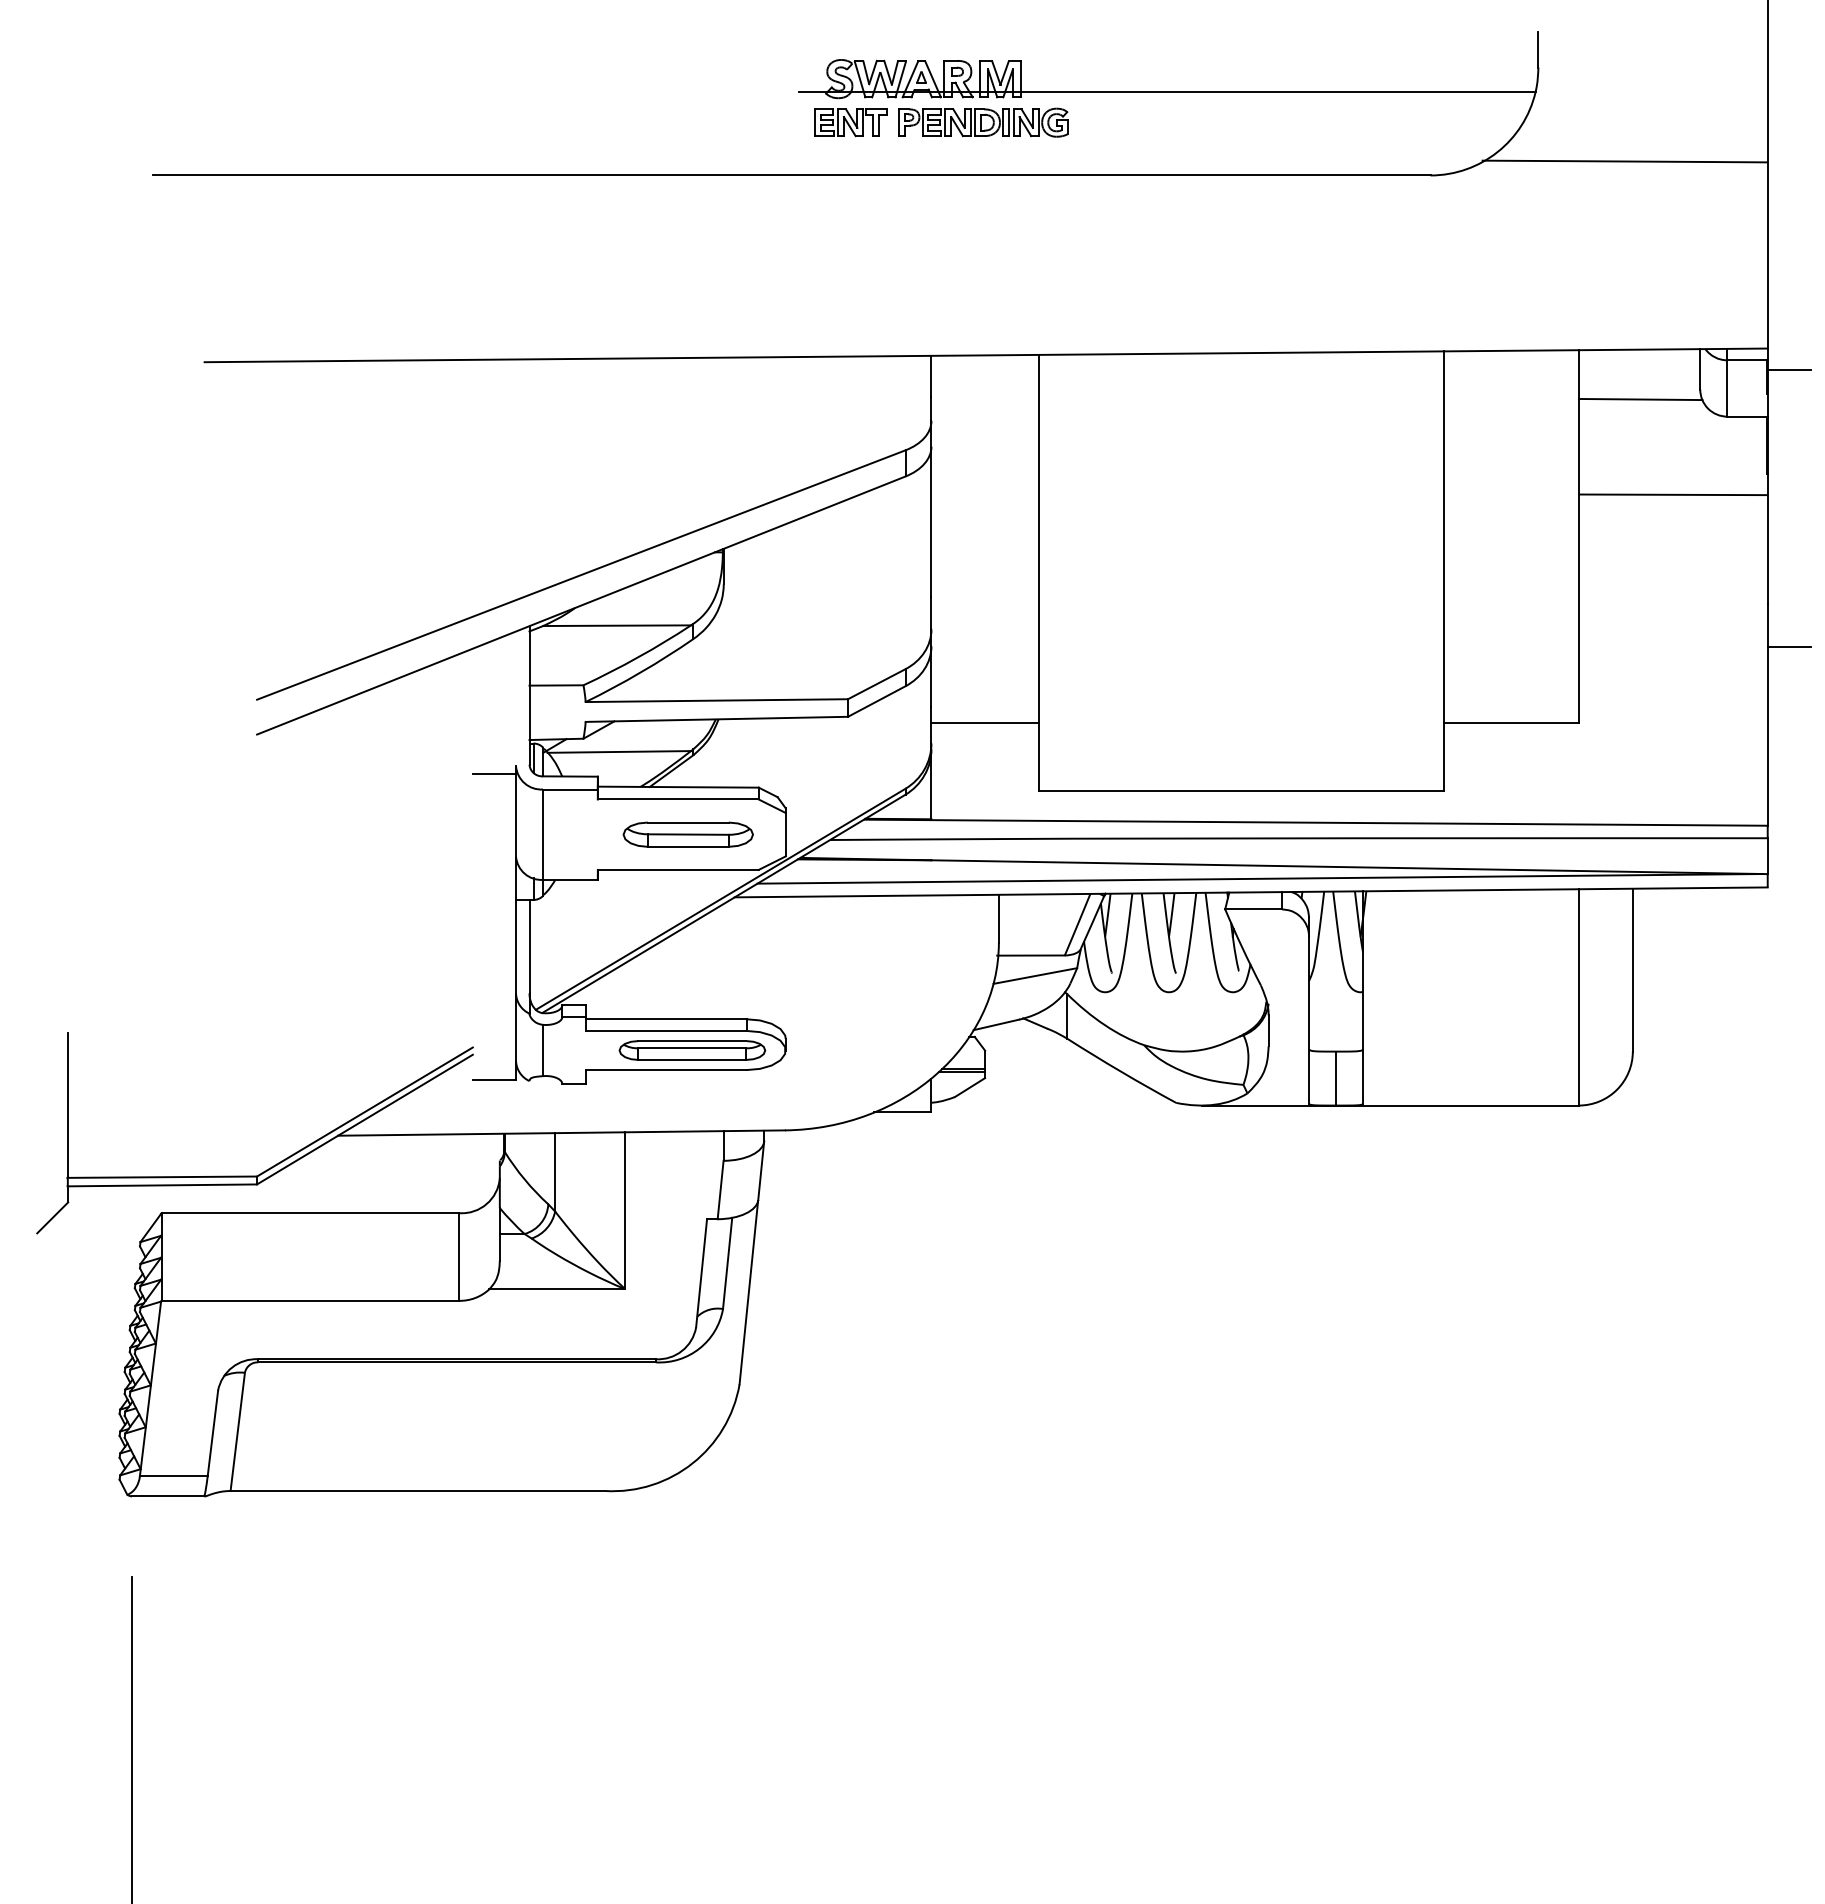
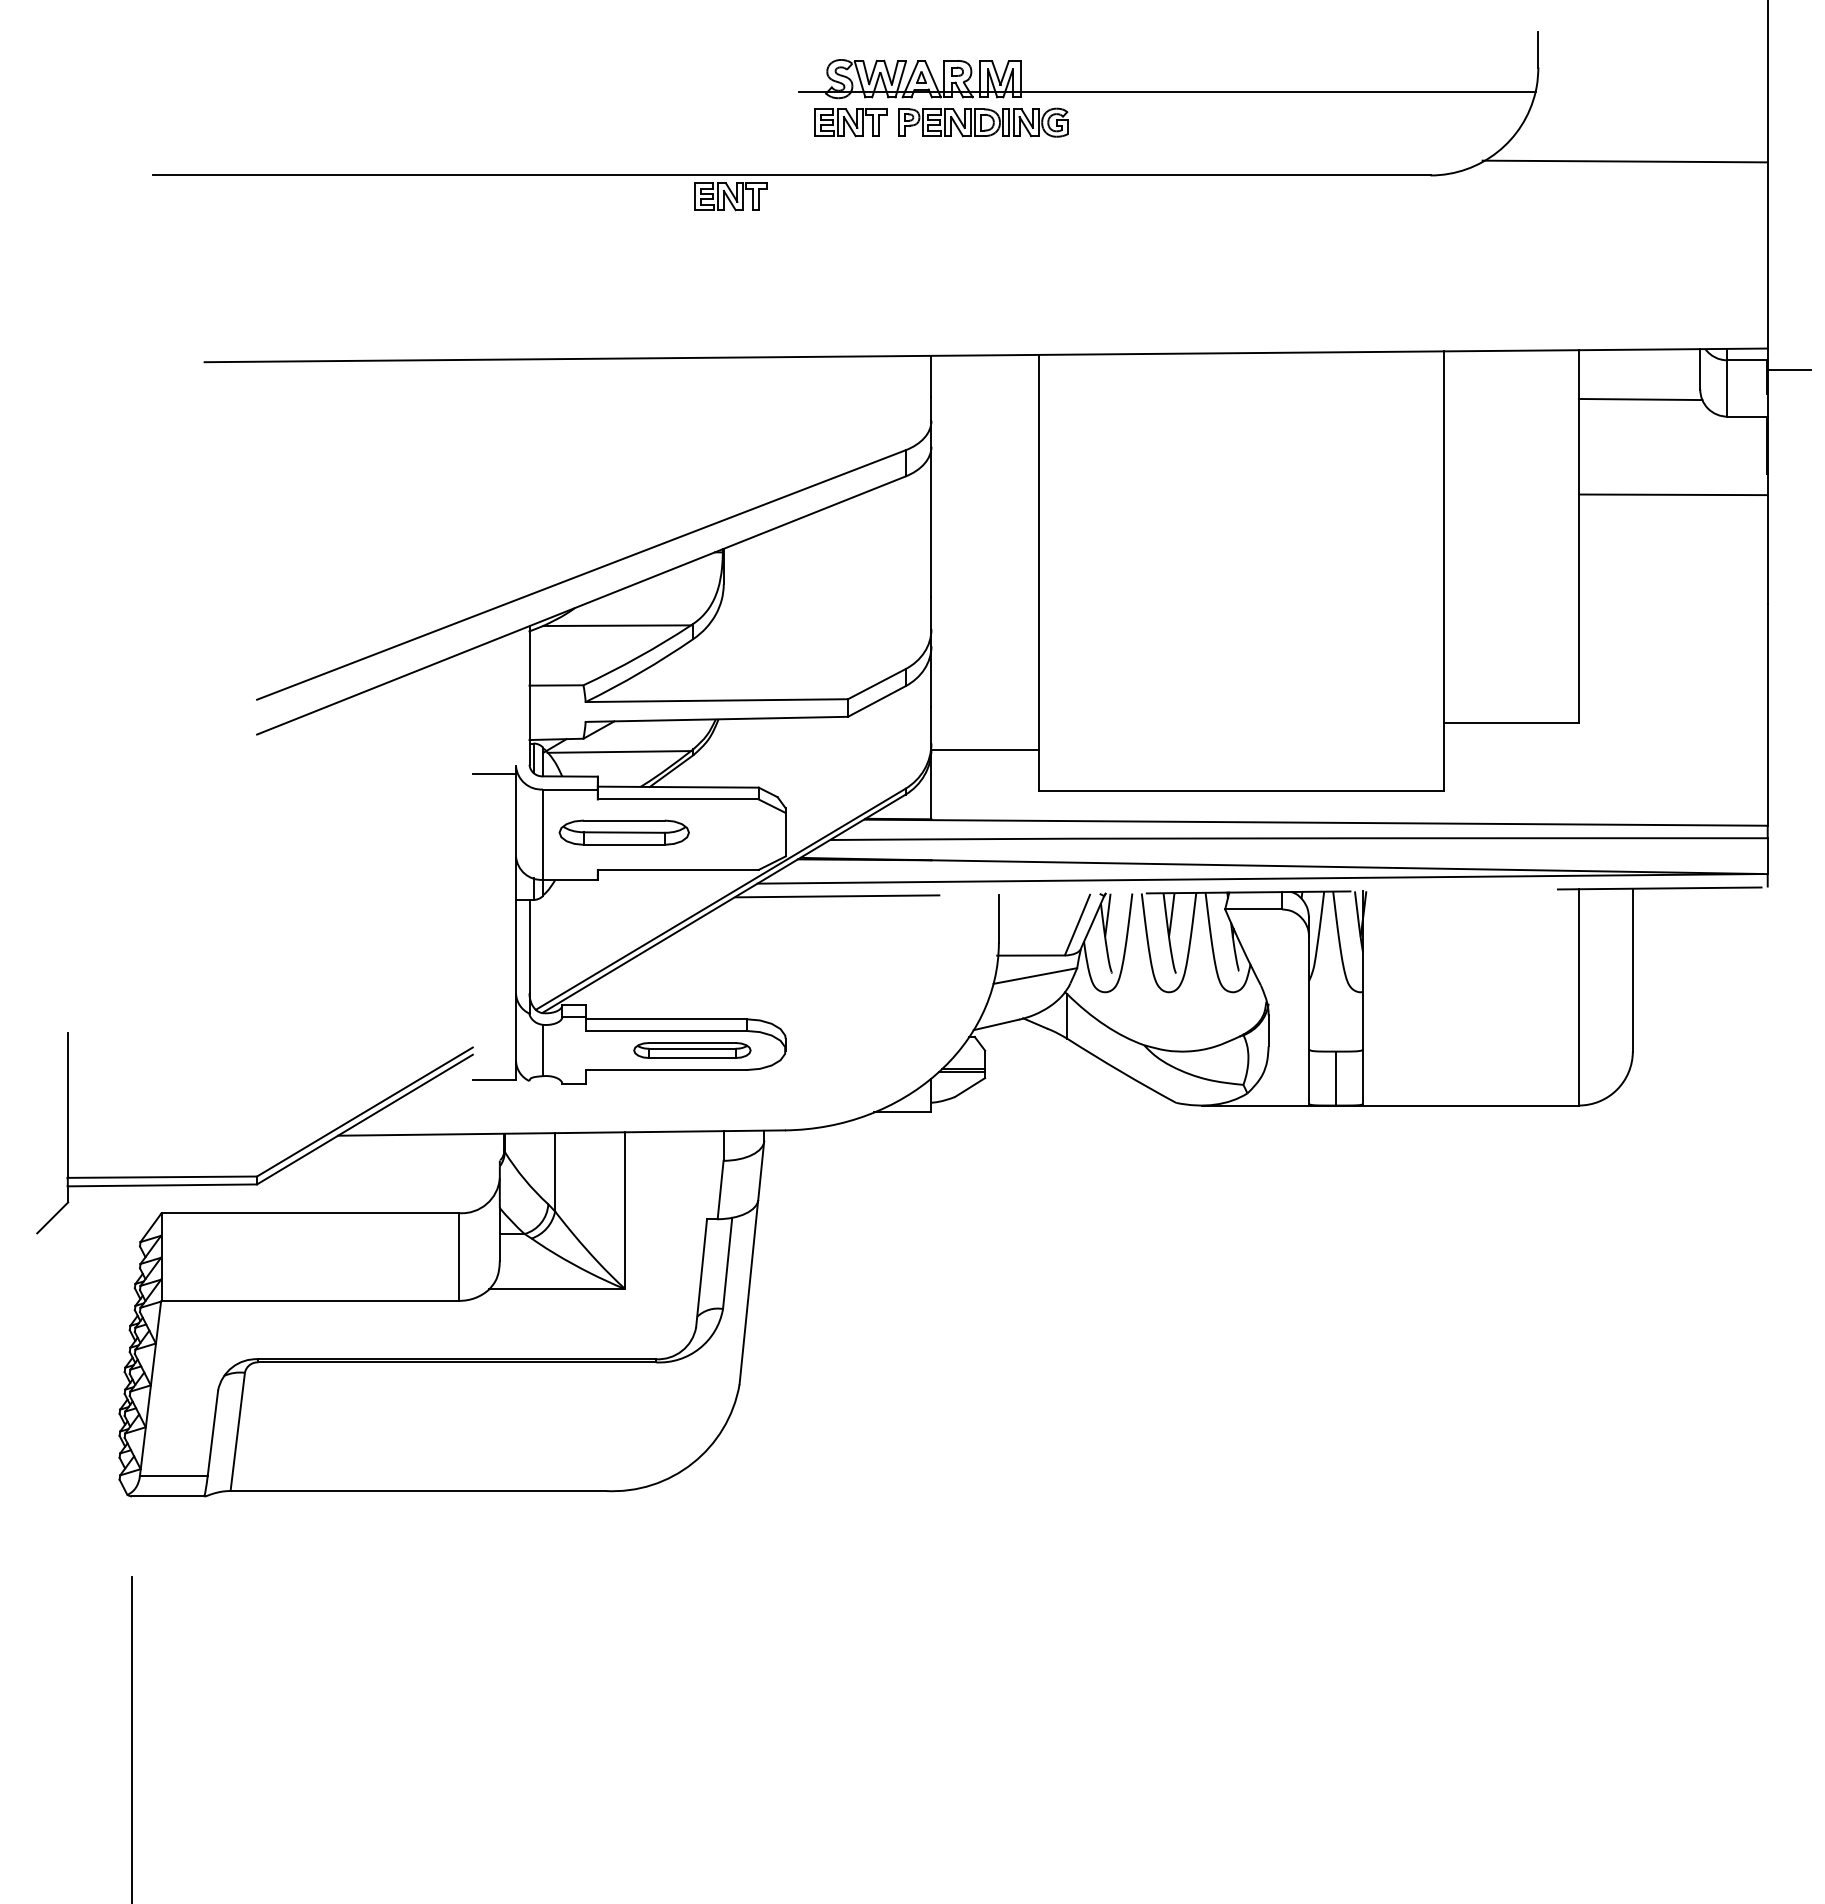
part at (730, 196): none -> present
line at (1788, 646): present -> none
line at (985, 723) position: (985, 723) -> (985, 750)
part at (687, 834) position: (687, 834) -> (623, 832)
line at (1251, 892): solid -> dashed
part at (692, 1050) size: 149x21 px -> 119x17 px
